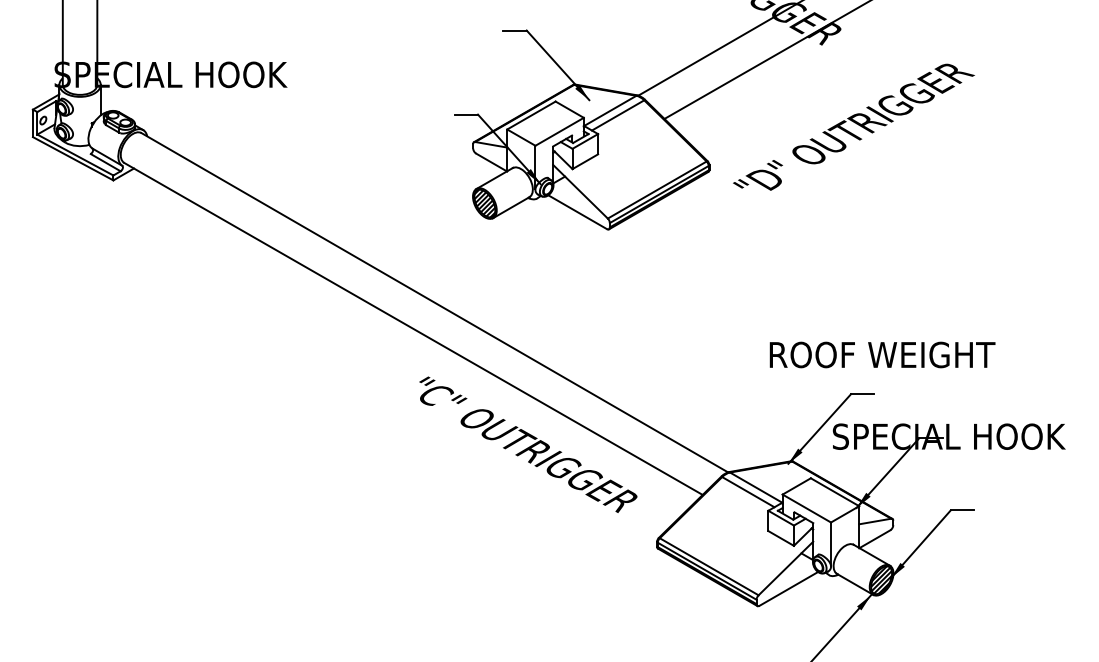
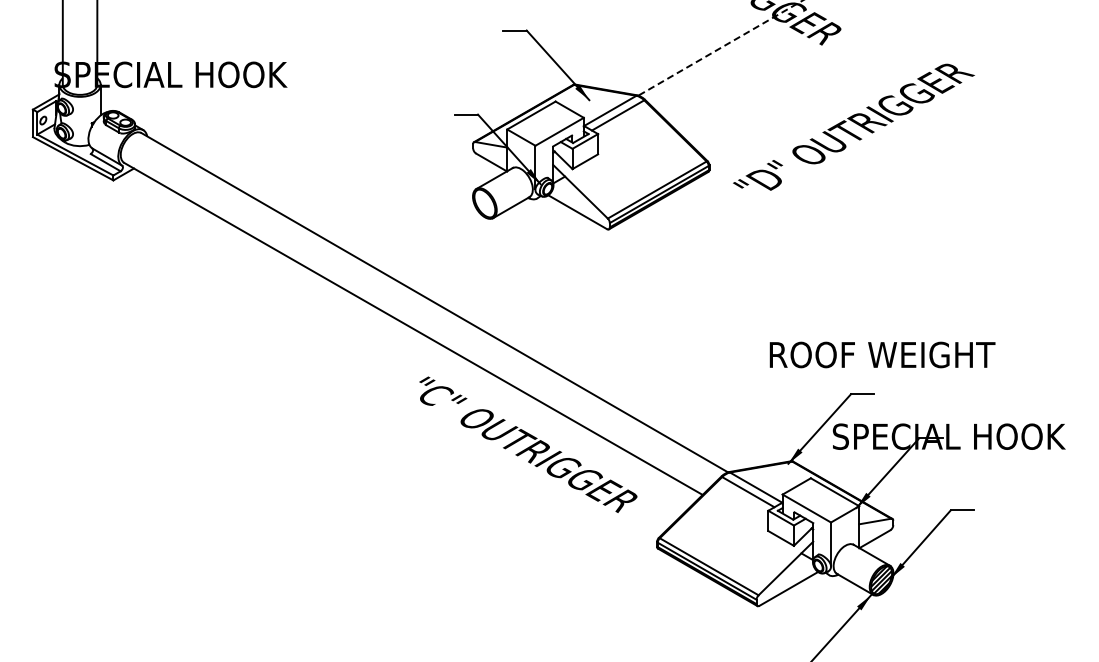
line at (720, 48): solid -> dashed
line at (765, 60): present -> none
hatch at (484, 203): present -> none
